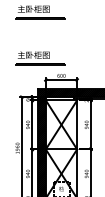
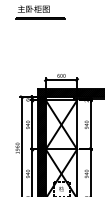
part at (40, 58): present -> none
